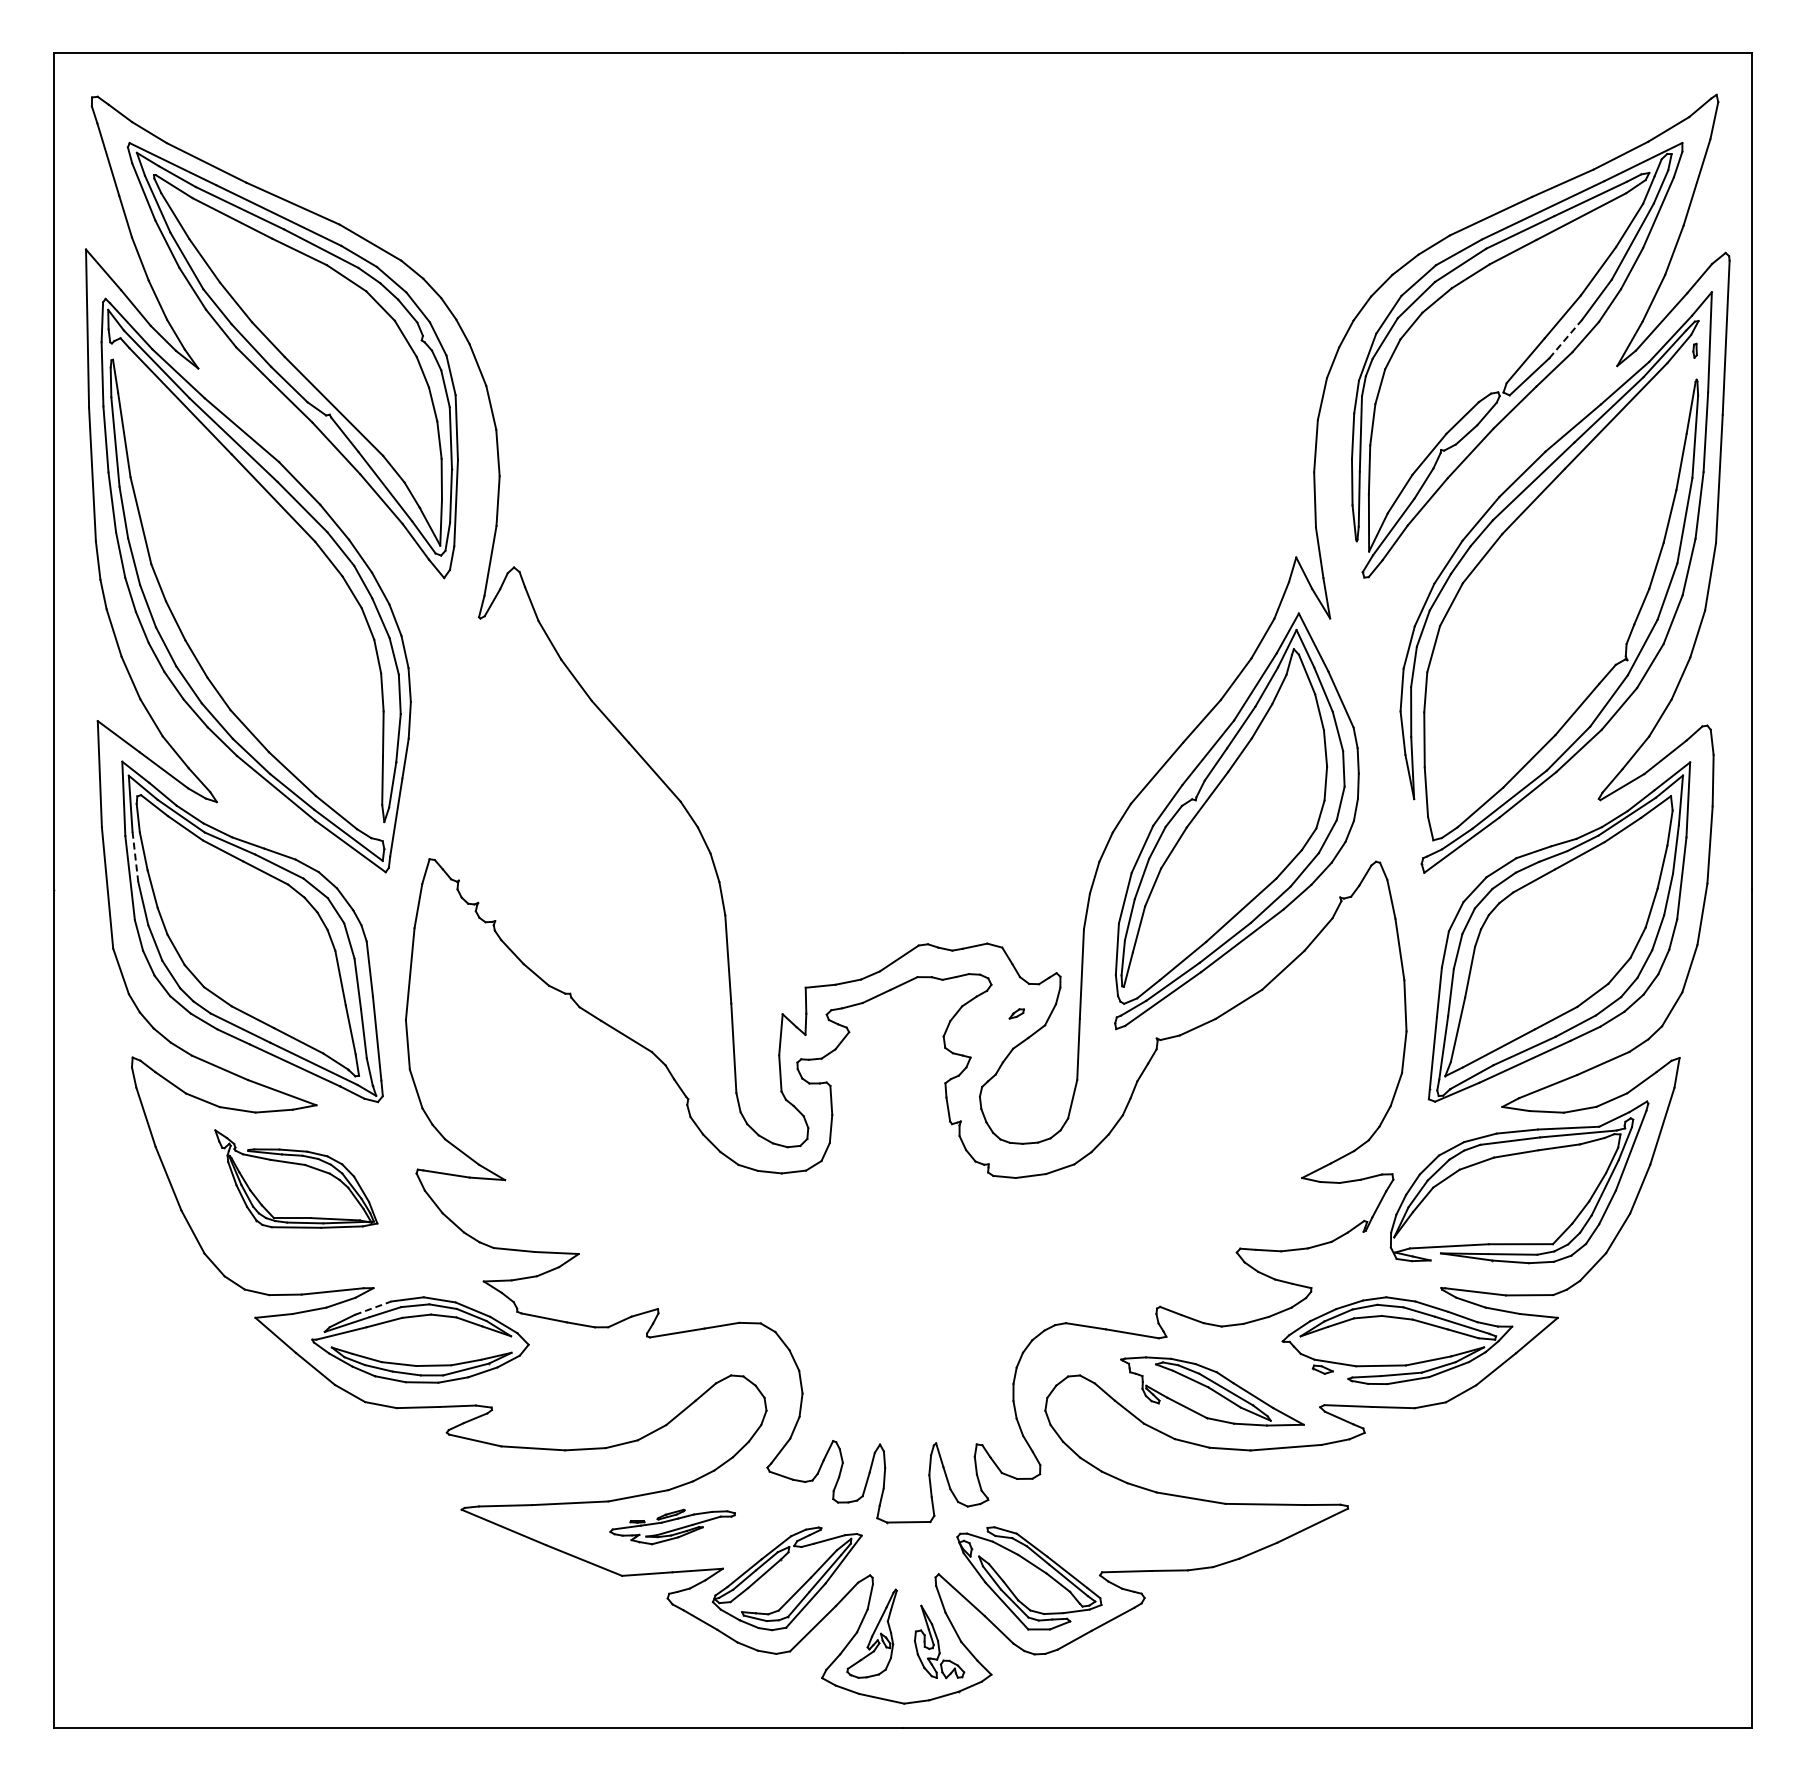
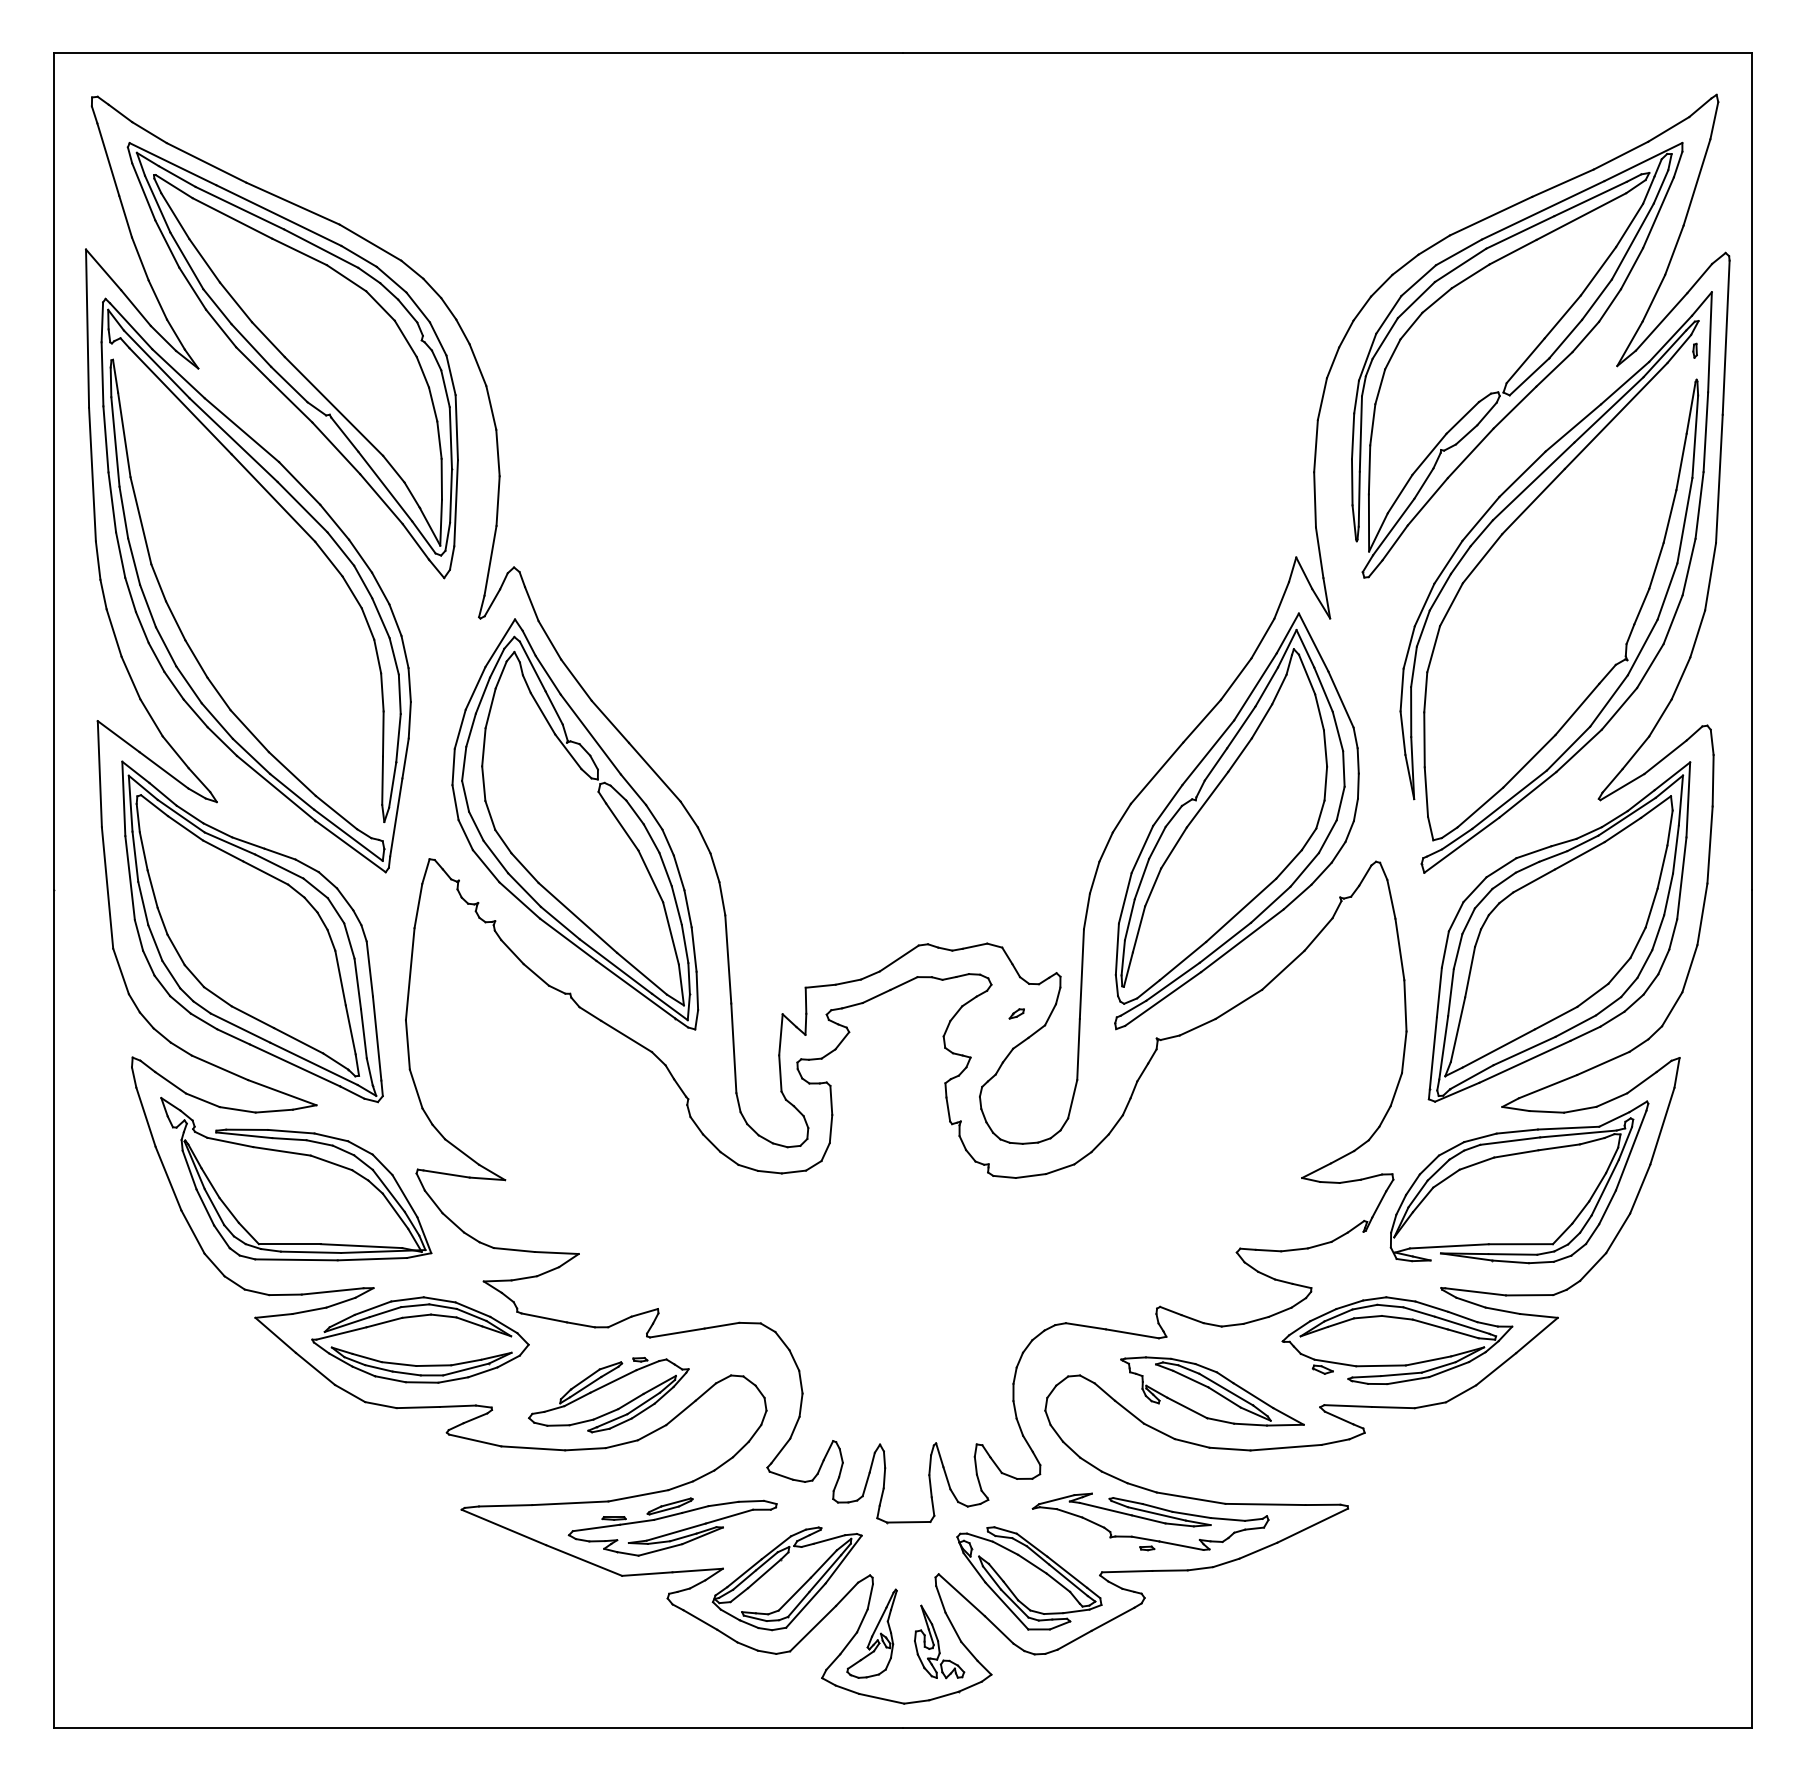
line at (1566, 338): dashed -> solid
part at (575, 824): none -> present
line at (135, 857): dashed -> solid
part at (296, 1178) size: 165x100 px -> 273x166 px
line at (373, 1308): dashed -> solid
part at (608, 1395): none -> present
part at (1150, 1521): none -> present
part at (672, 1526) size: 127x38 px -> 211x60 px
